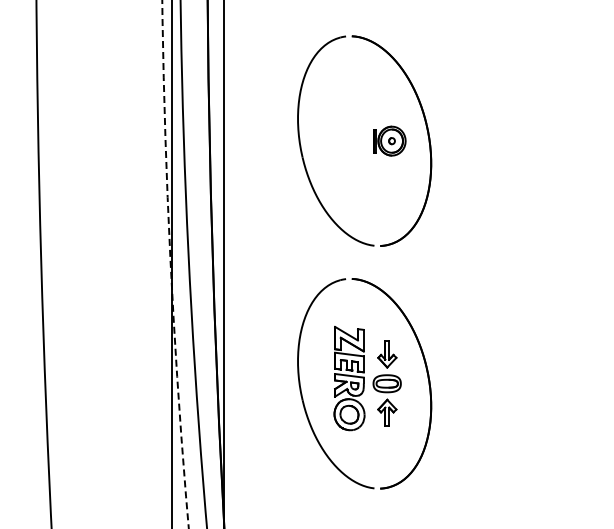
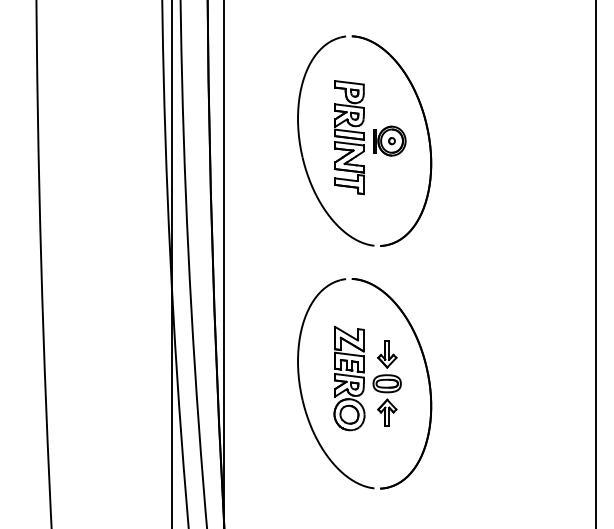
part at (349, 137): none -> present
line at (595, 263): none -> present
arc at (170, 264): dashed -> solid
